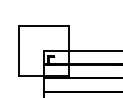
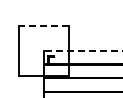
line at (43, 25): solid -> dashed
line at (82, 50): solid -> dashed
